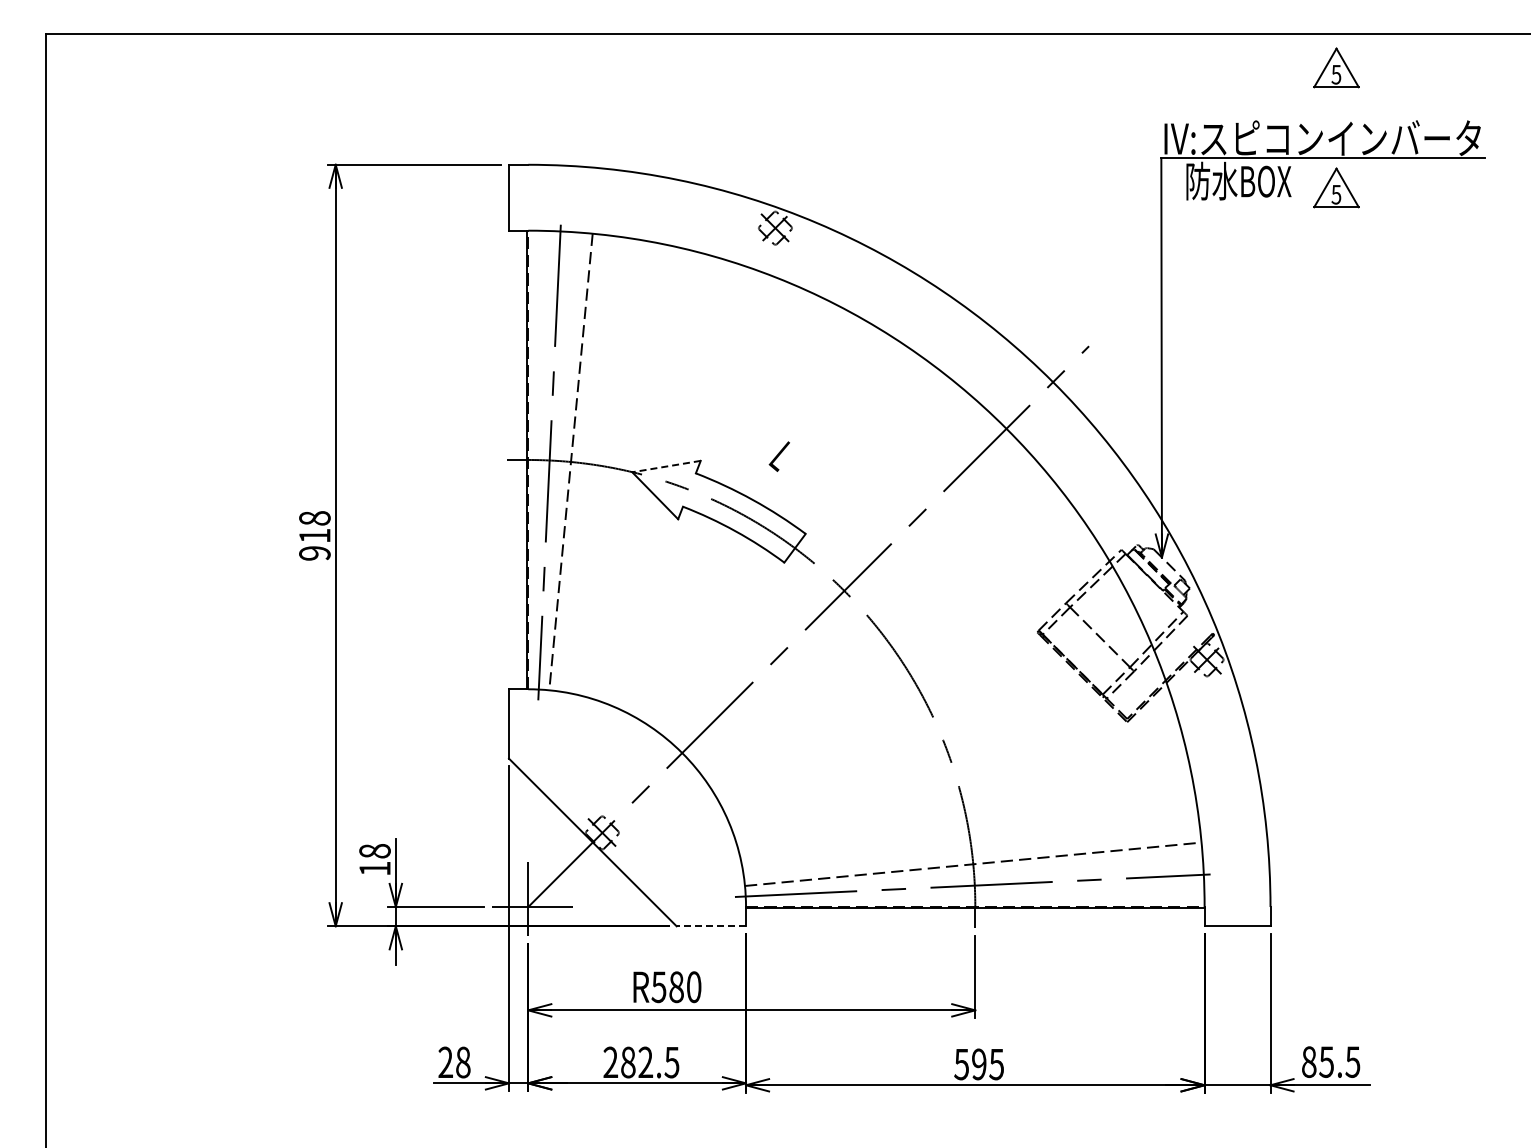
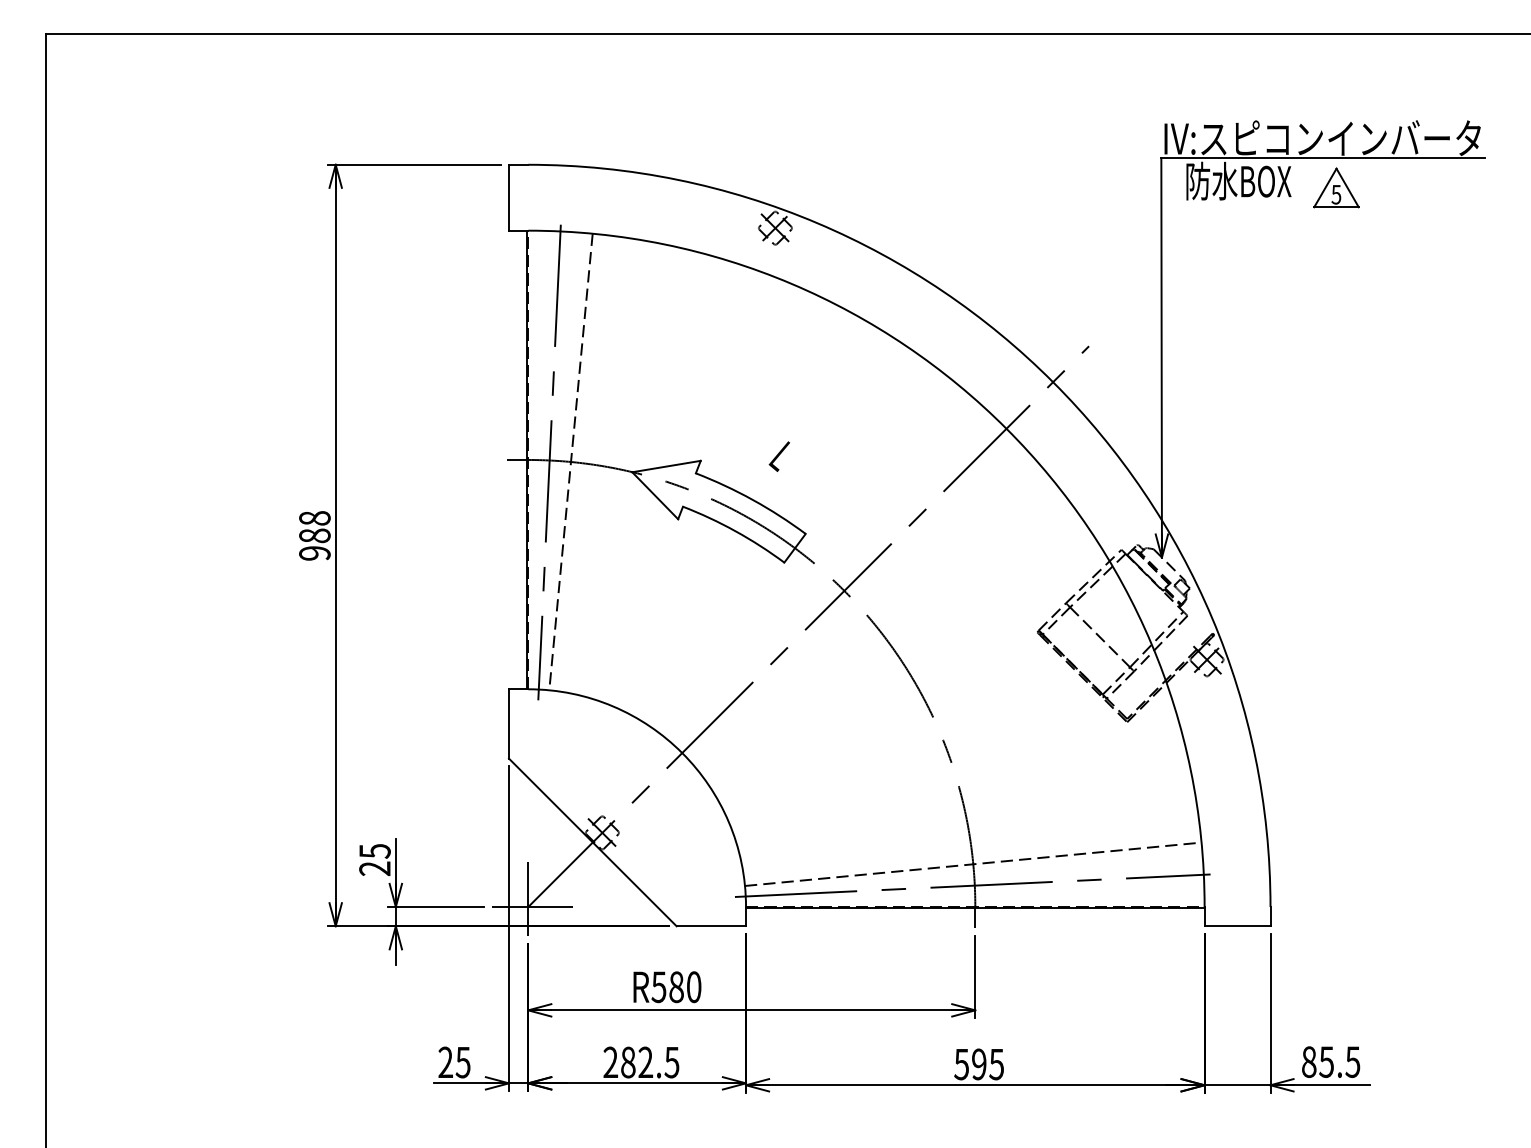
part at (1336, 67): present -> none
line at (666, 466): dashed -> solid
text at (314, 535): 918 -> 988
text at (374, 859): 18 -> 25
line at (711, 926): dashed -> solid
text at (462, 1062): 28 -> 25
